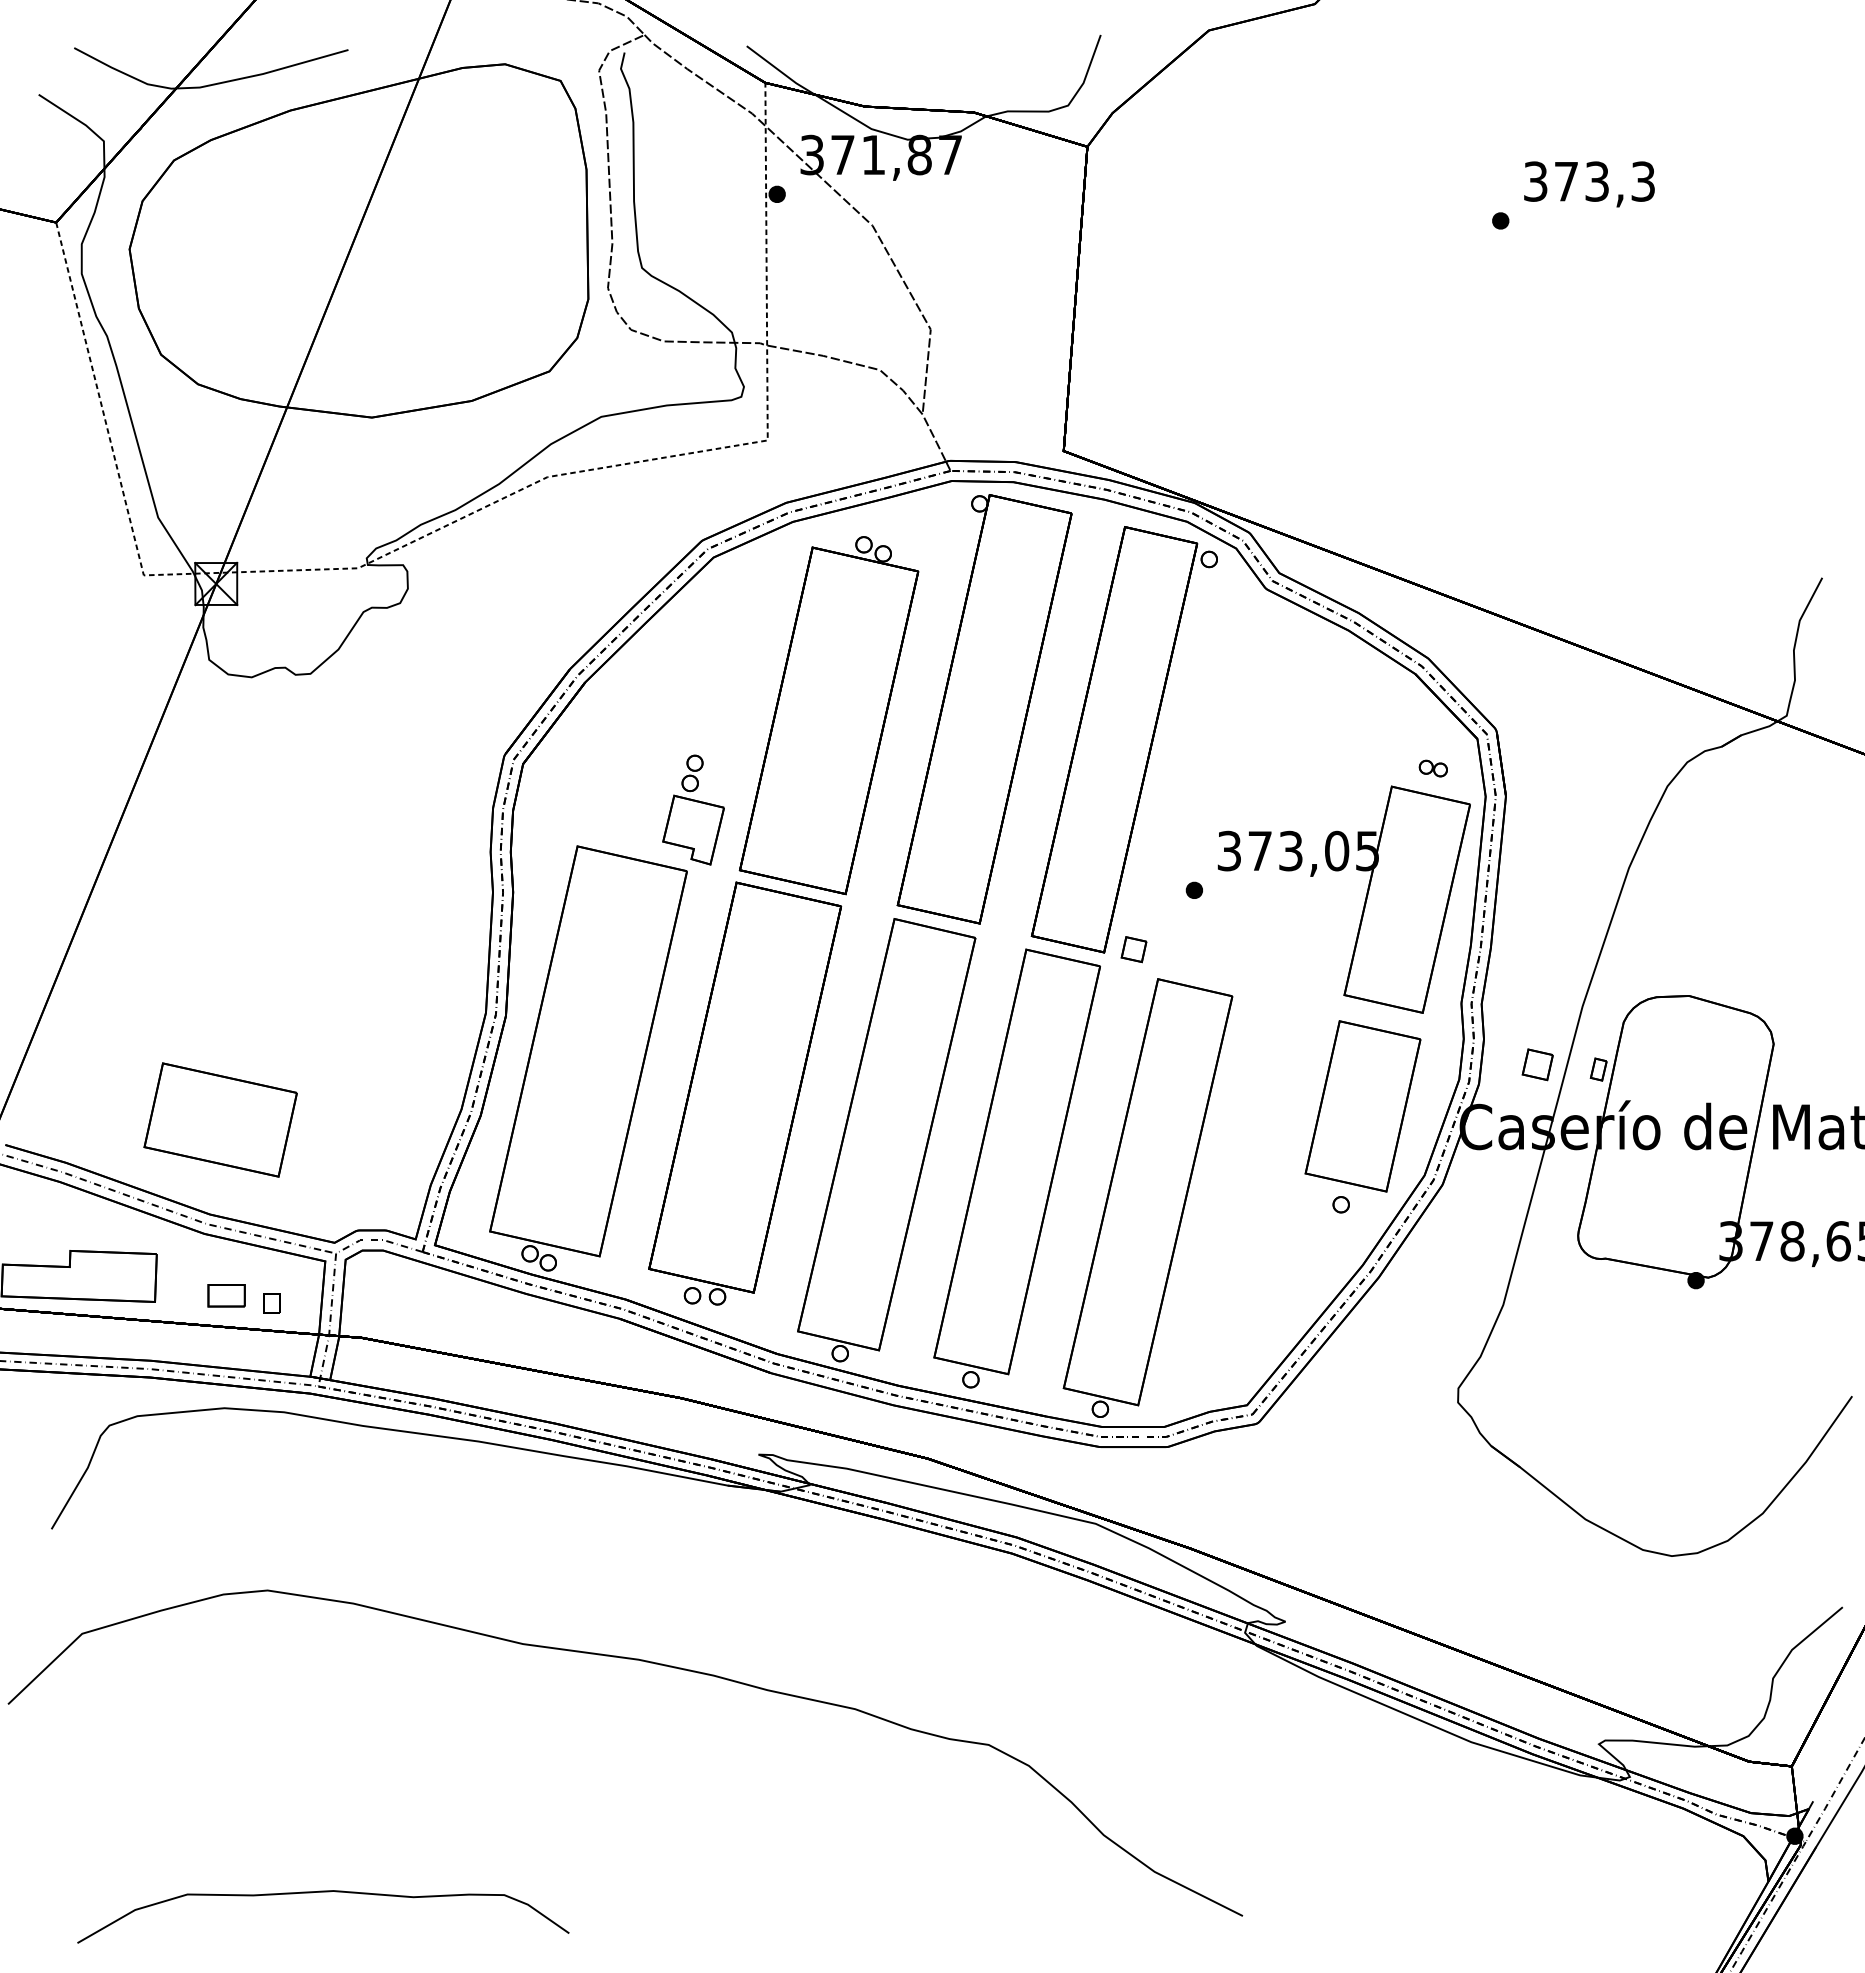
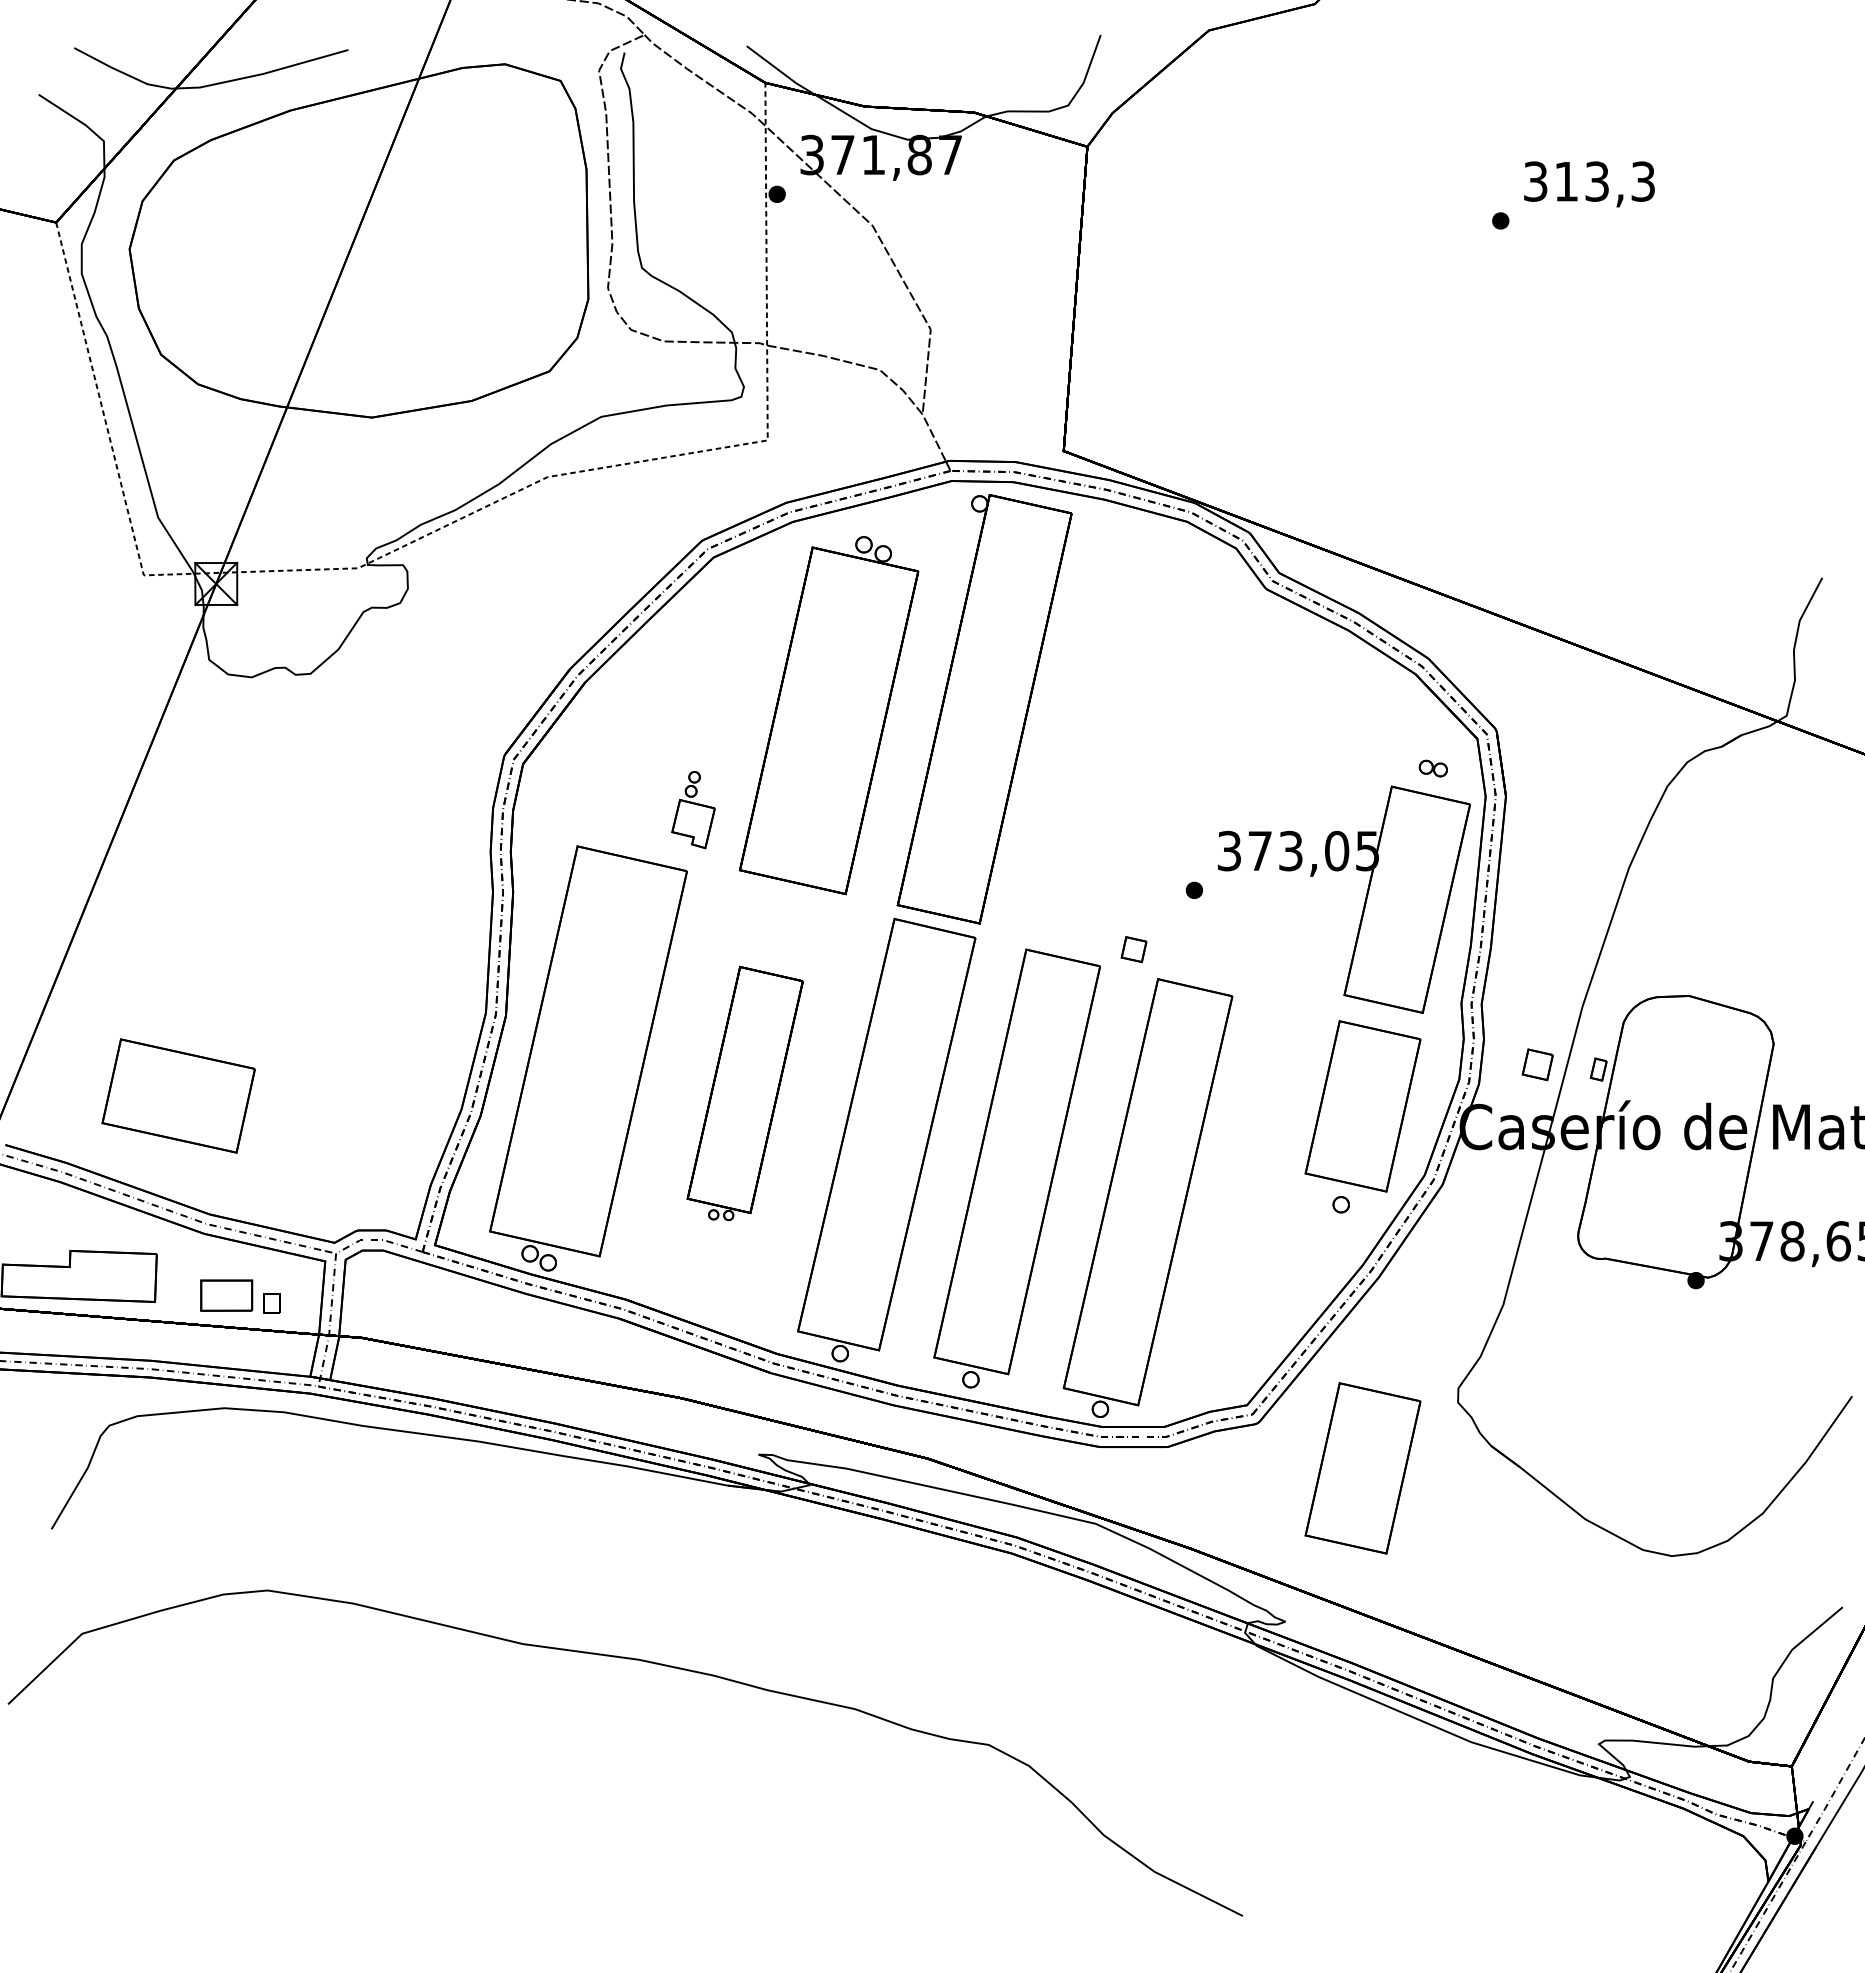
text at (1566, 181): 373,3 -> 313,3
part at (1123, 739): present -> none
part at (693, 809) size: 63x112 px -> 45x79 px
part at (745, 1093) size: 195x425 px -> 118x257 px
part at (220, 1119) position: (220, 1119) -> (178, 1095)
part at (226, 1295) size: 39x24 px -> 54x33 px
part at (1362, 1468): none -> present
curve at (323, 1892): present -> none
